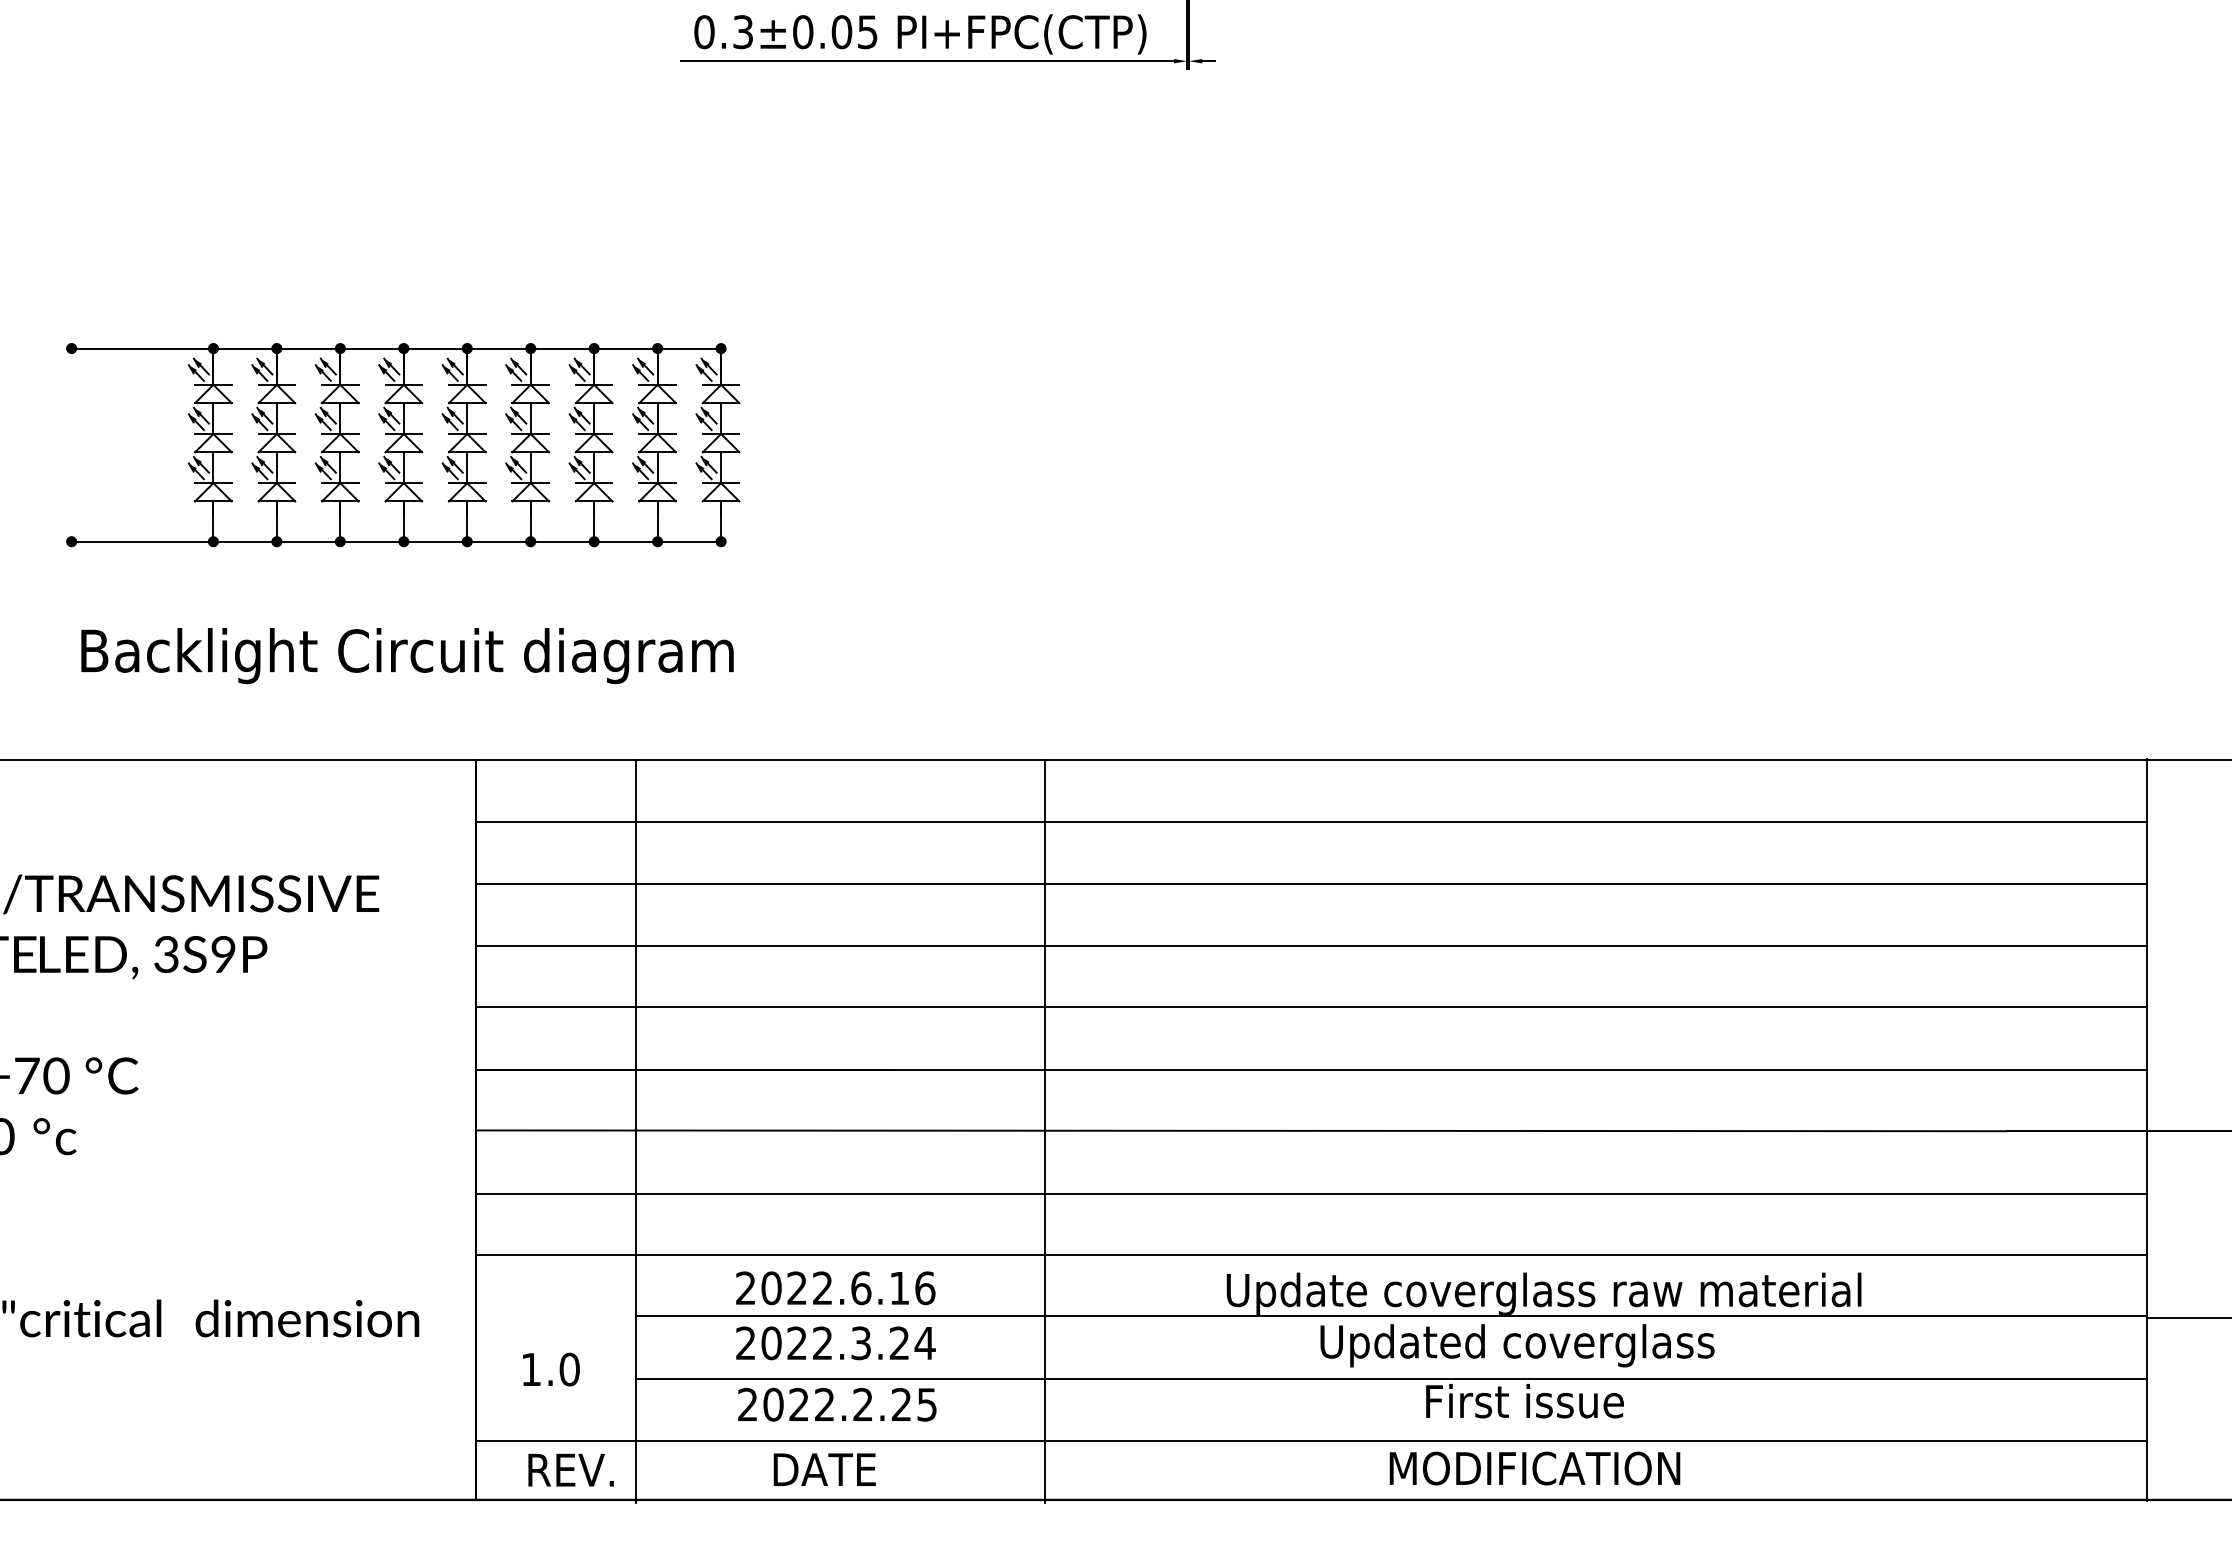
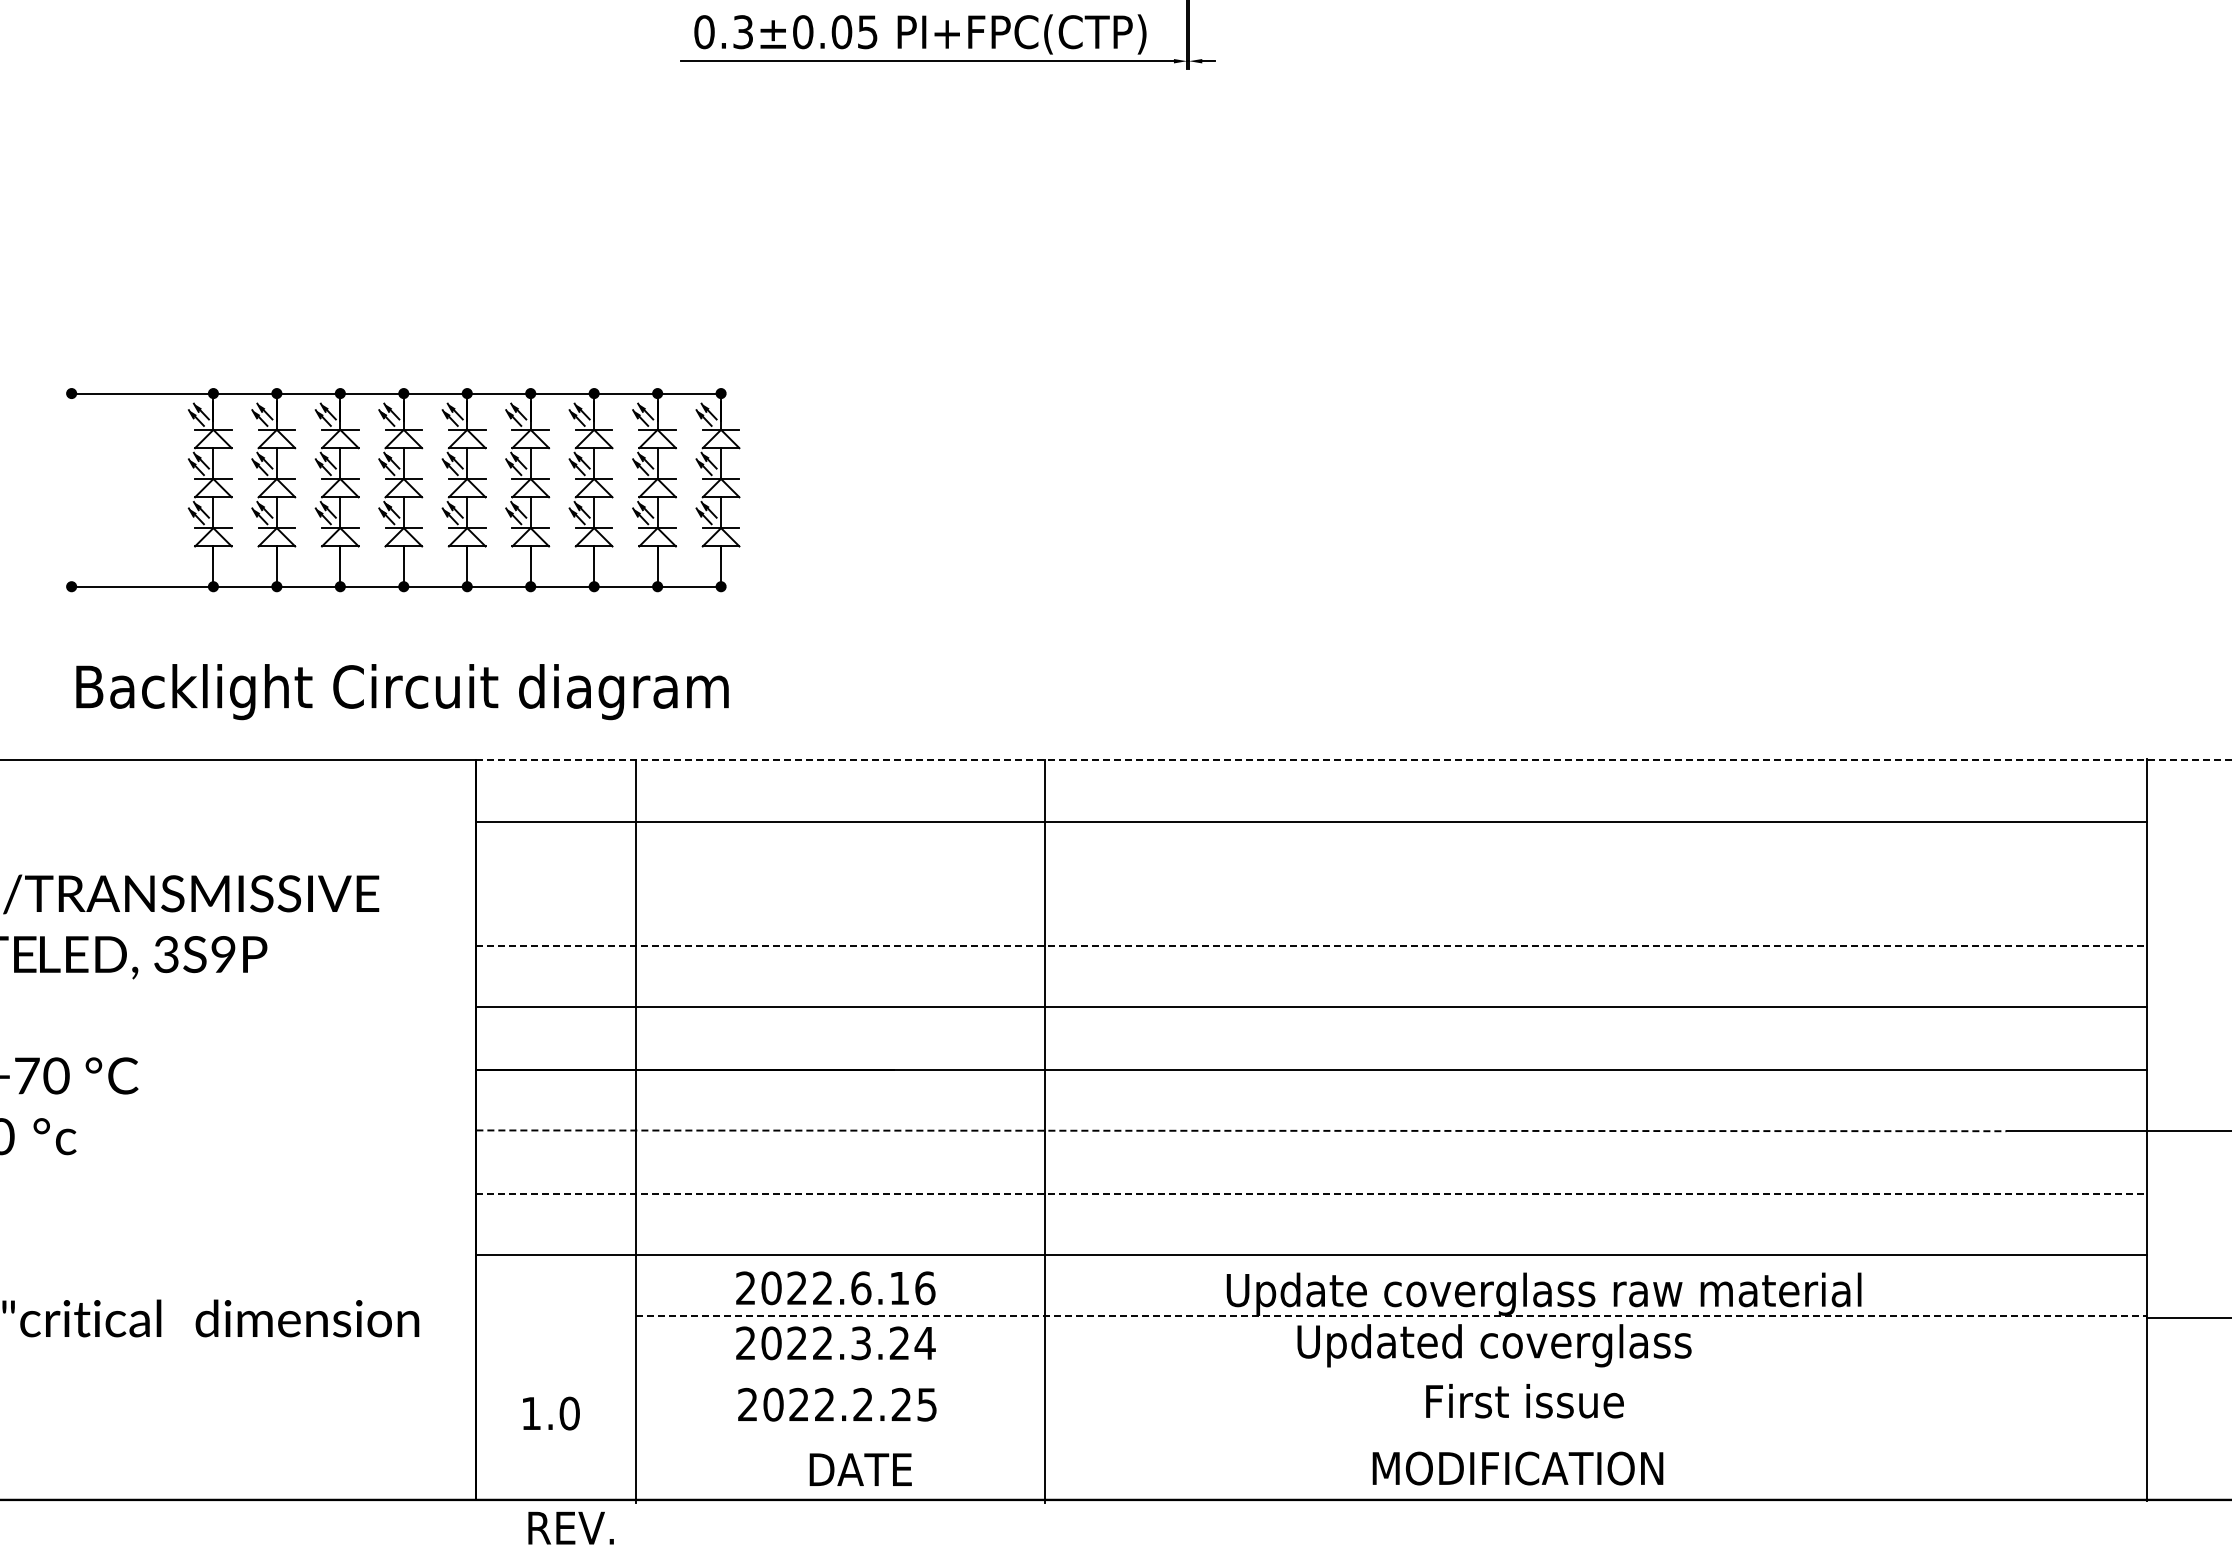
part at (403, 445) position: (403, 445) -> (403, 490)
text at (407, 656) position: (407, 656) -> (402, 692)
line at (1354, 759): solid -> dashed
line at (1311, 883): present -> none
line at (1312, 946): solid -> dashed
line at (1241, 1130): solid -> dashed
line at (1312, 1193): solid -> dashed
line at (1391, 1316): solid -> dashed
text at (1517, 1345) position: (1517, 1345) -> (1494, 1345)
text at (551, 1369) position: (551, 1369) -> (551, 1413)
line at (1391, 1378): present -> none
line at (1311, 1441): present -> none
text at (1534, 1468) position: (1534, 1468) -> (1517, 1468)
text at (570, 1469) position: (570, 1469) -> (570, 1527)
text at (824, 1469) position: (824, 1469) -> (860, 1469)
